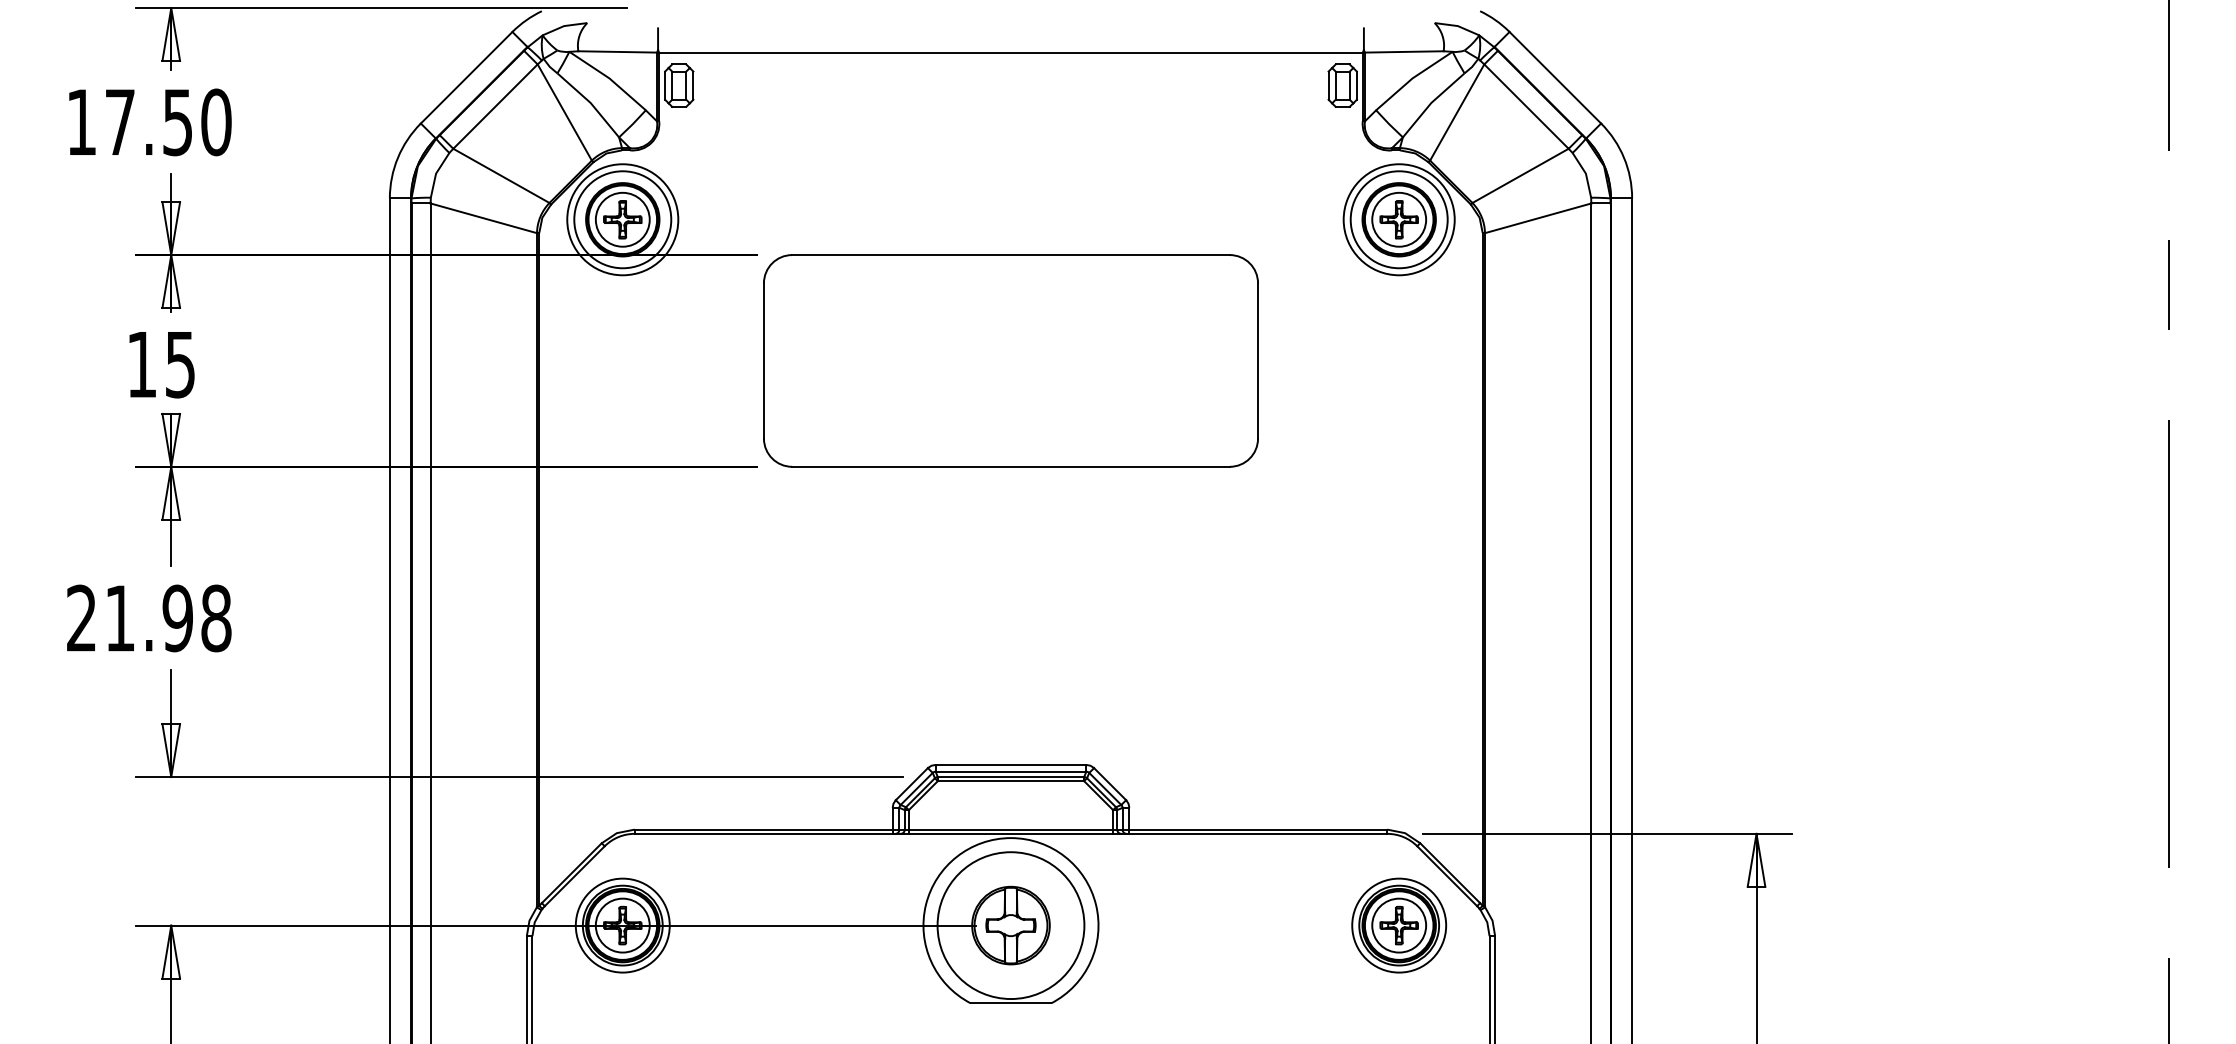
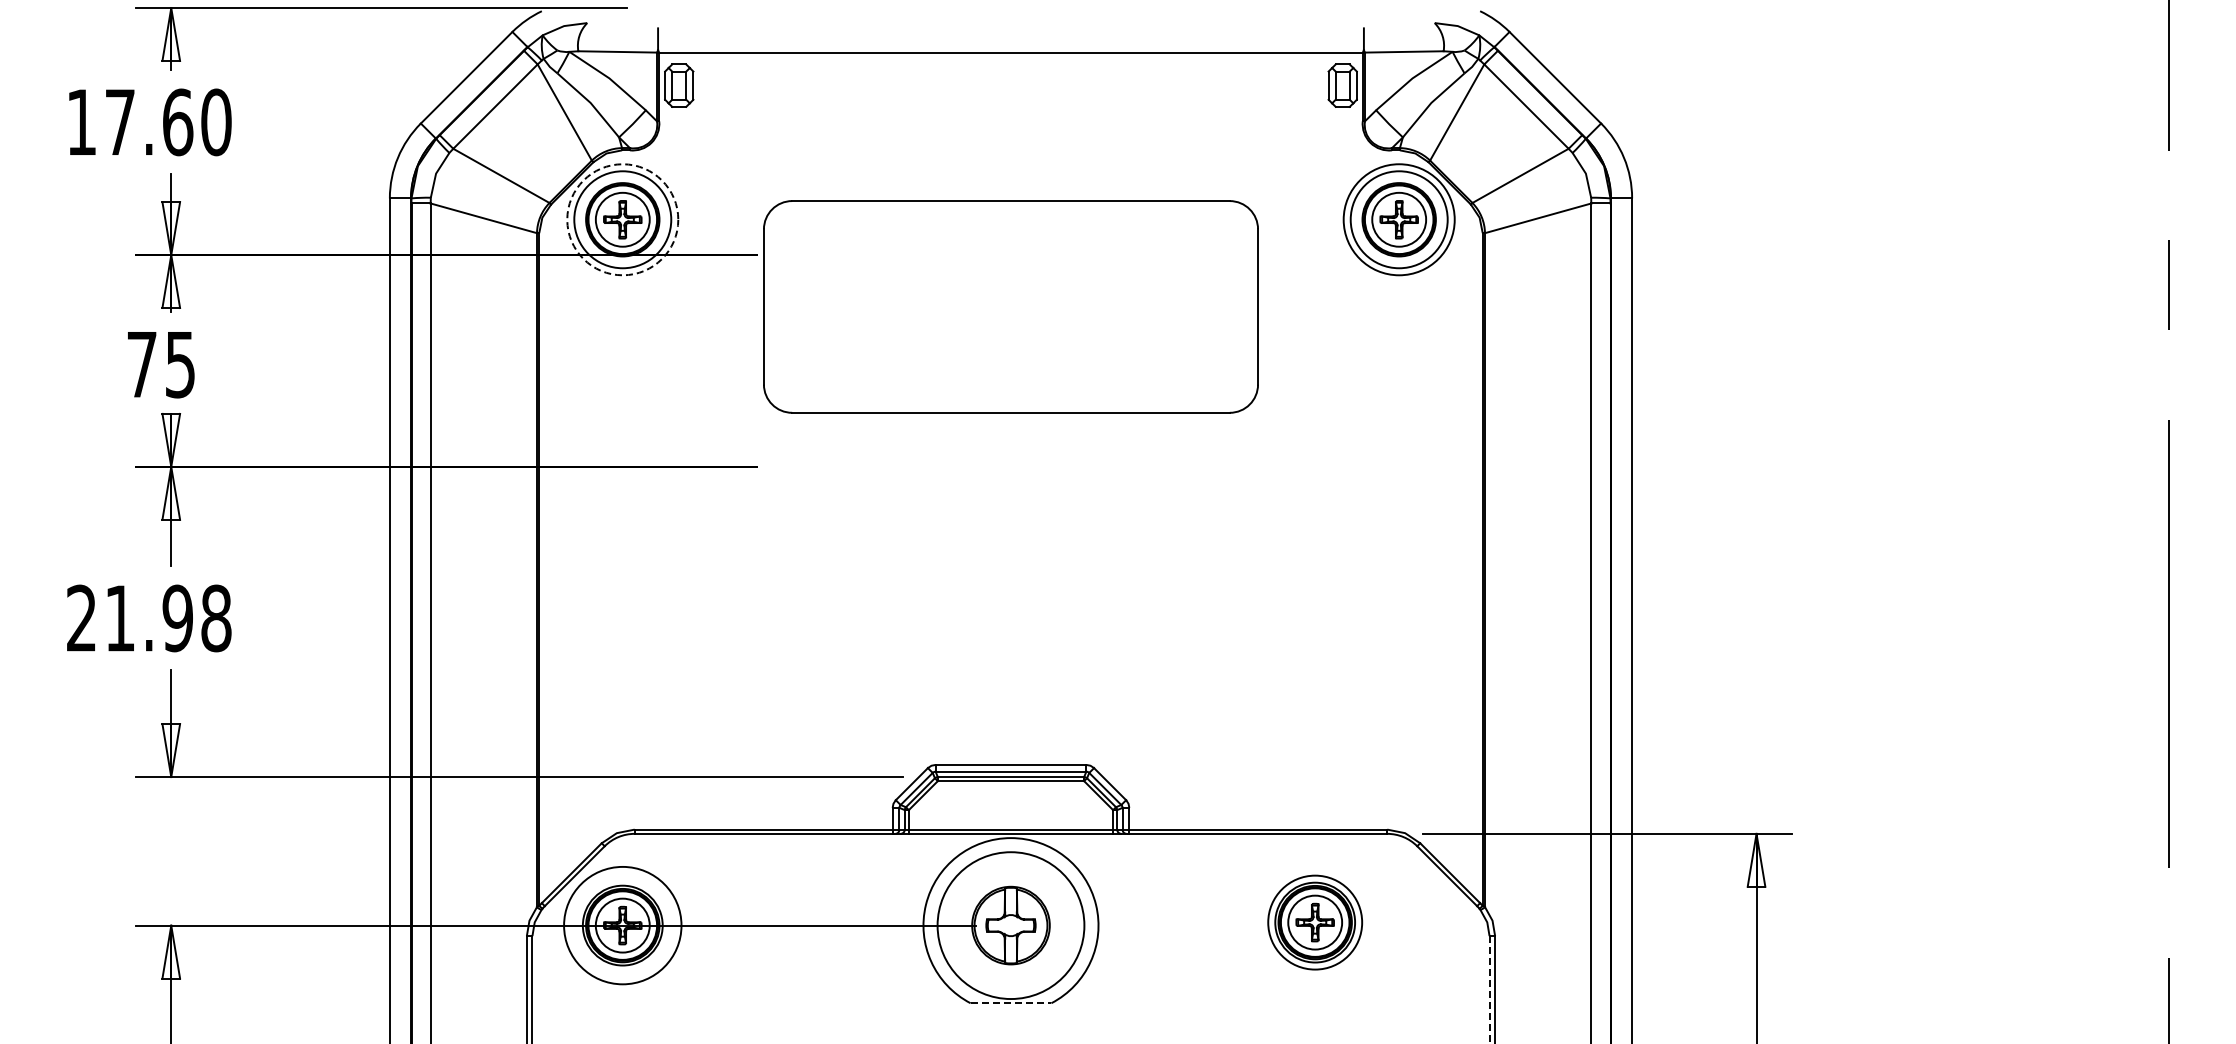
text at (178, 122): 17.50 -> 17.60
circle at (622, 219): solid -> dashed
part at (1010, 360) position: (1010, 360) -> (1010, 306)
text at (142, 364): 15 -> 75
circle at (622, 925) diameter: 94 px -> 117 px
part at (1399, 925) position: (1399, 925) -> (1315, 922)
line at (1489, 990): solid -> dashed
line at (1011, 1003): solid -> dashed
